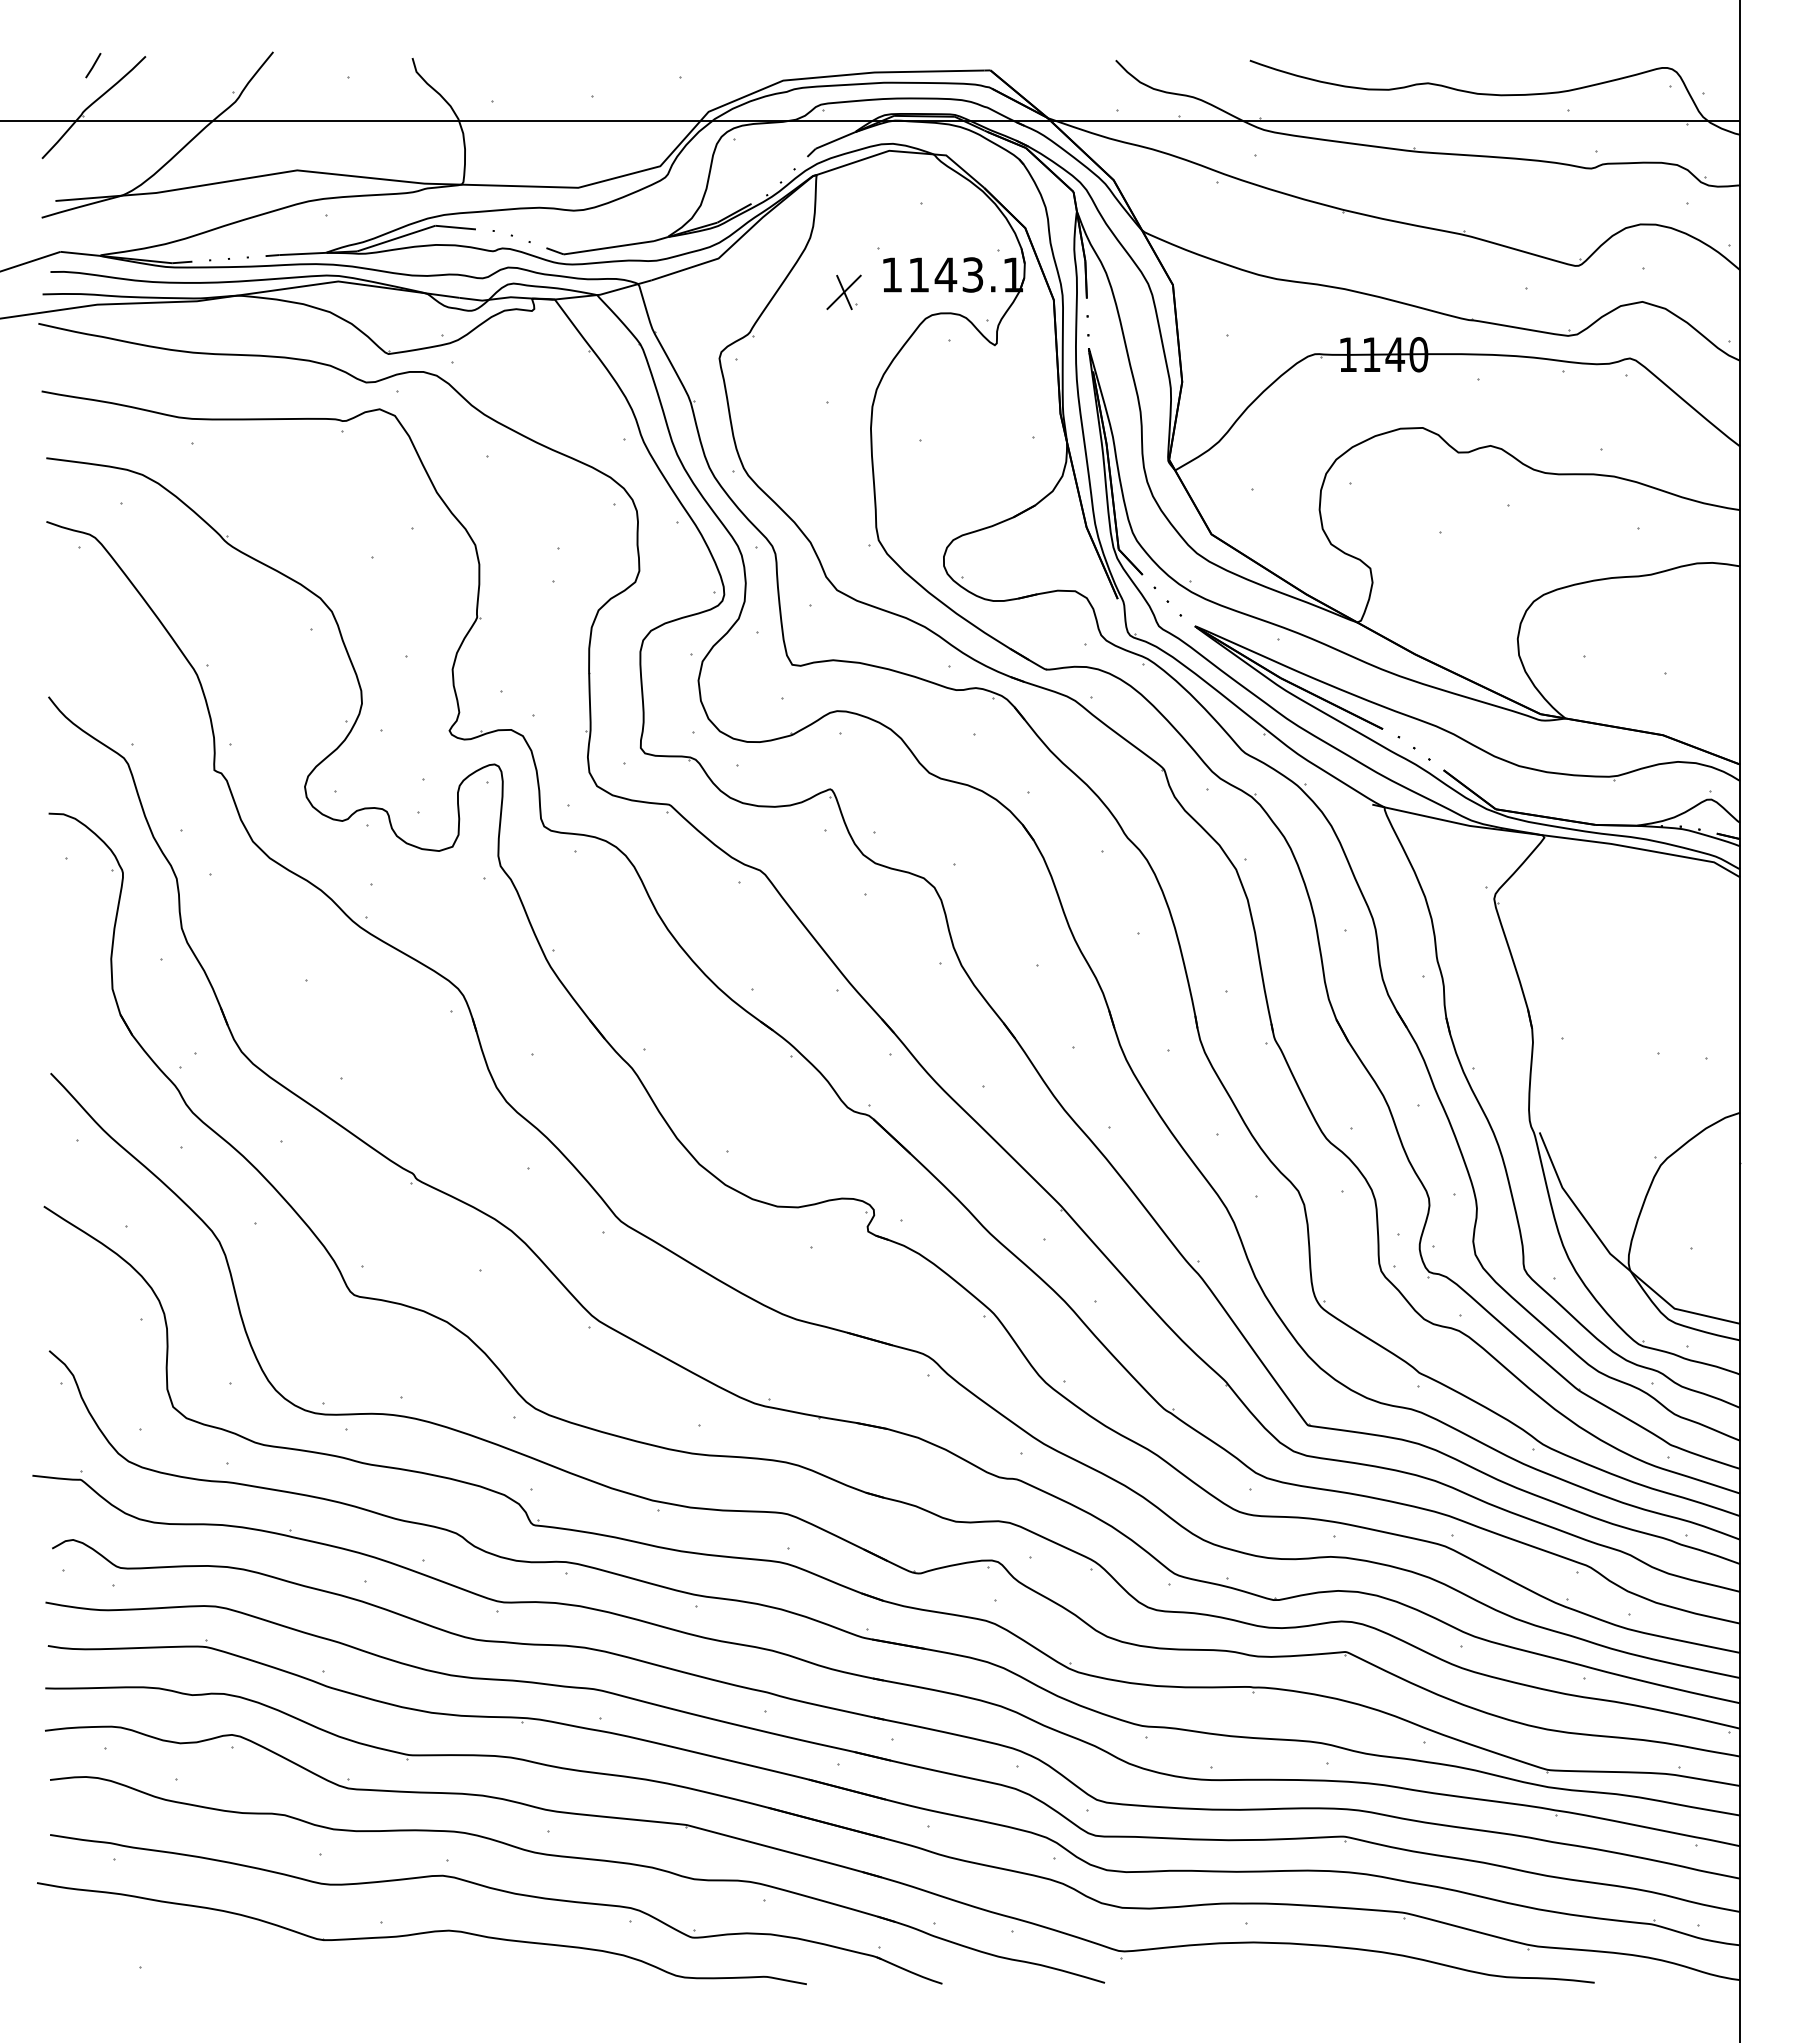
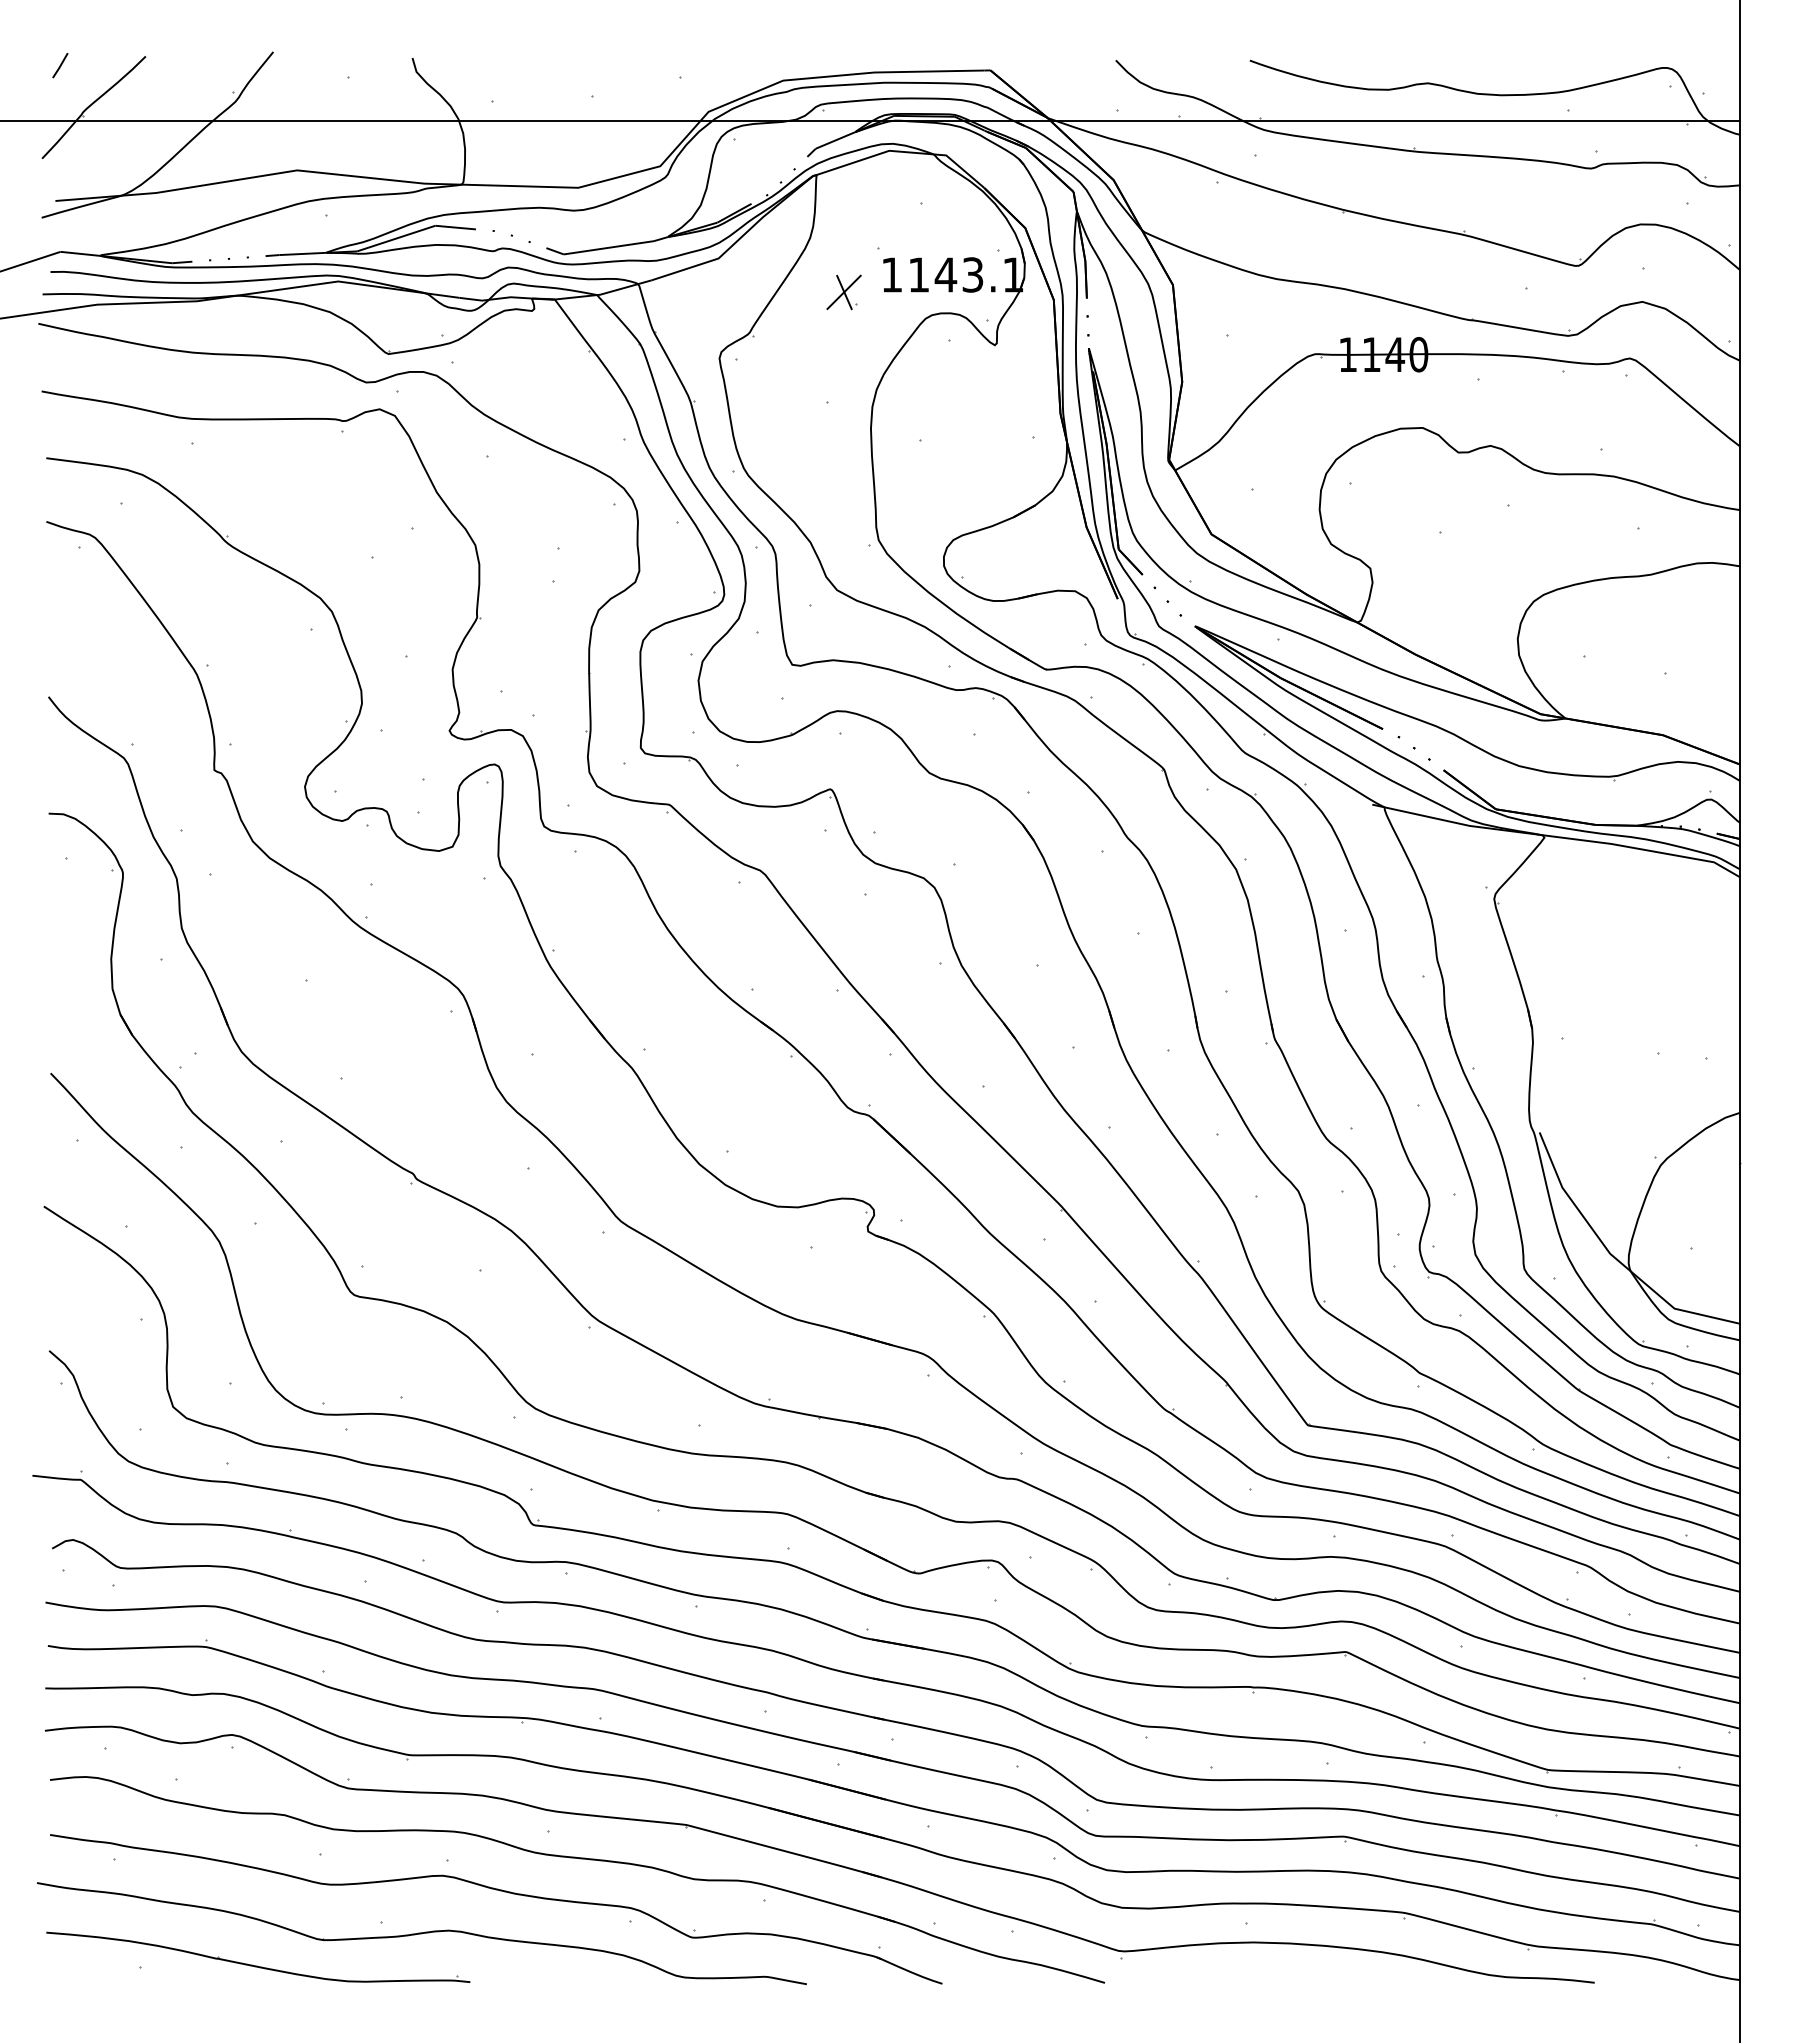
line at (93, 65) position: (93, 65) -> (60, 65)
part at (257, 1965): none -> present
